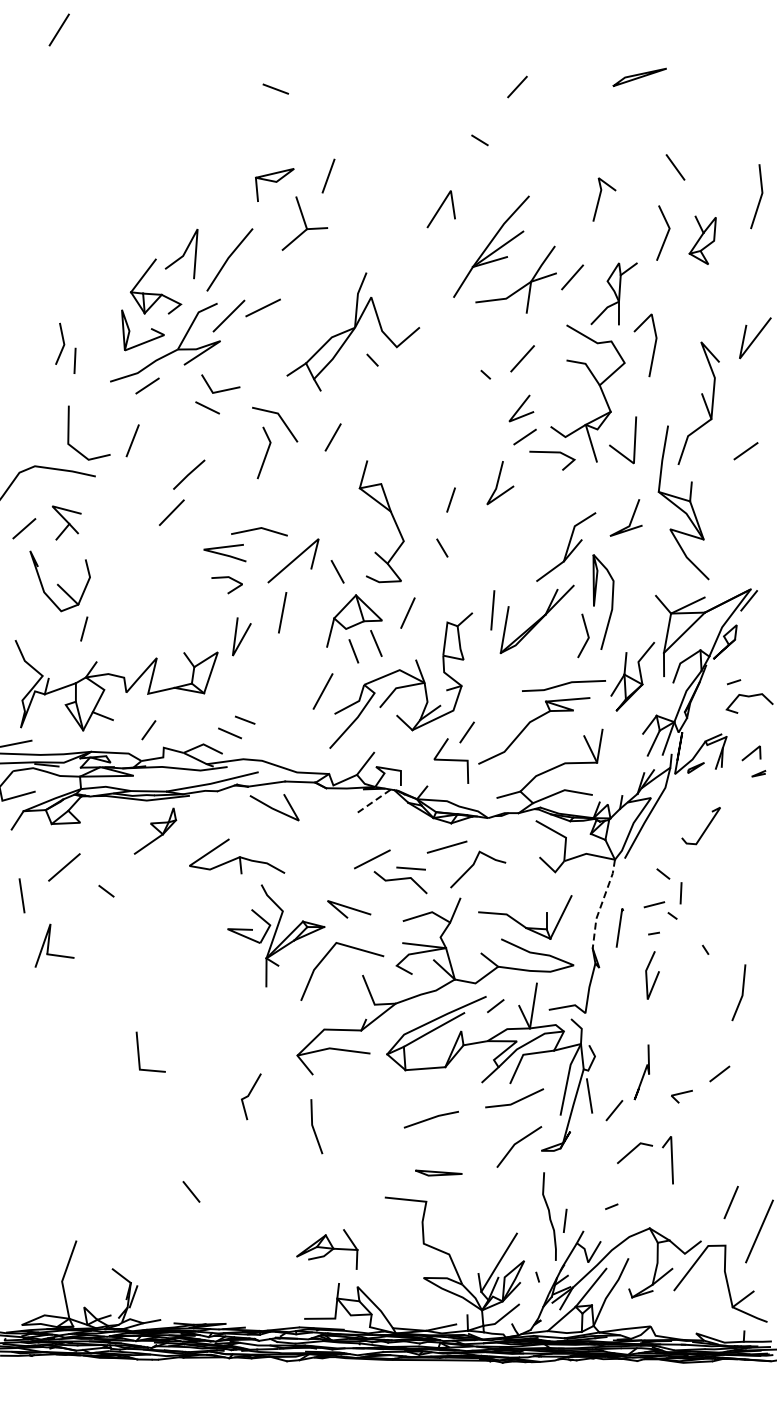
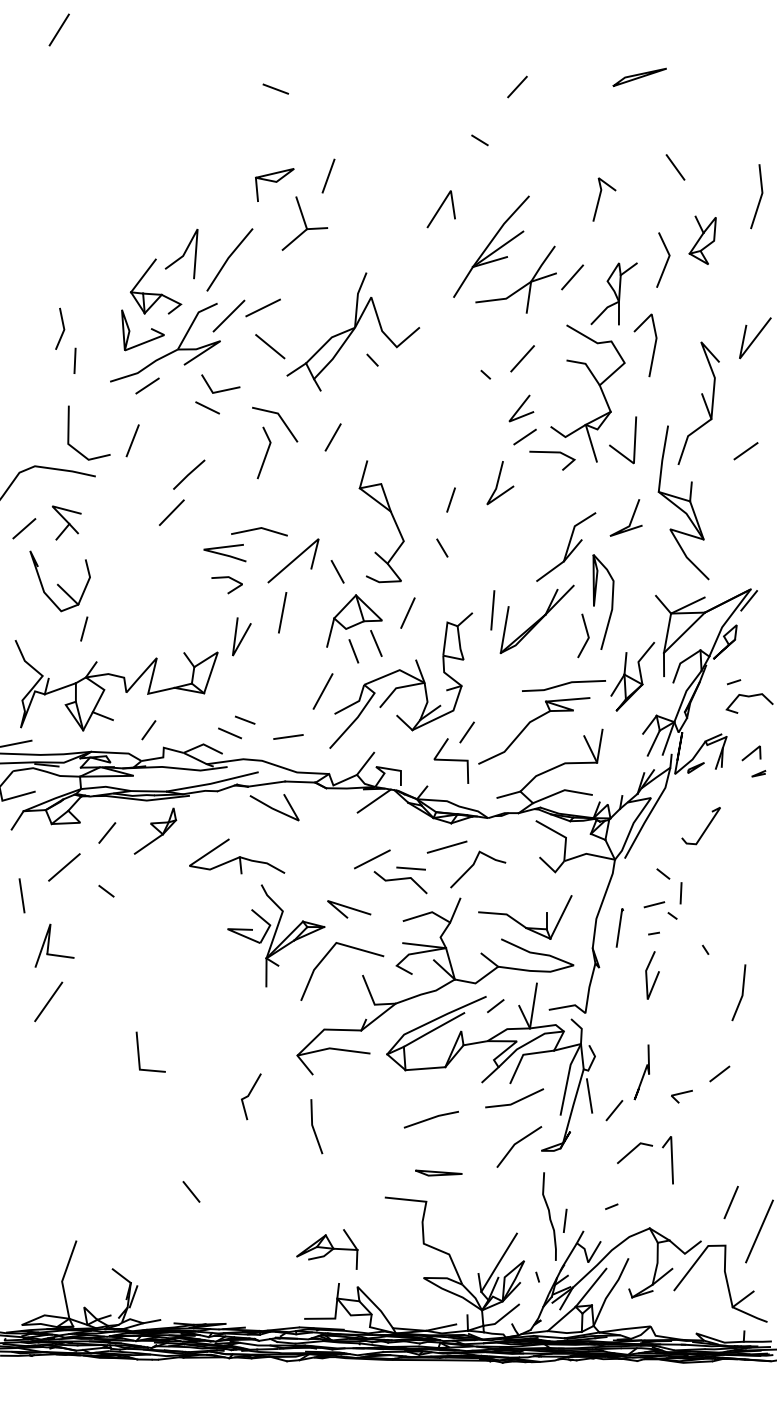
line at (666, 233) position: (666, 233) -> (666, 260)
line at (62, 341) position: (62, 341) -> (62, 326)
line at (270, 346): none -> present
line at (288, 737): none -> present
line at (374, 800): dashed -> solid
line at (107, 832): none -> present
line at (601, 904): dashed -> solid
line at (48, 1001): none -> present
